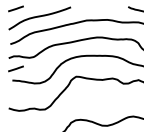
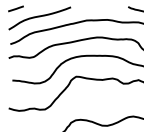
line at (15, 68): present -> none
